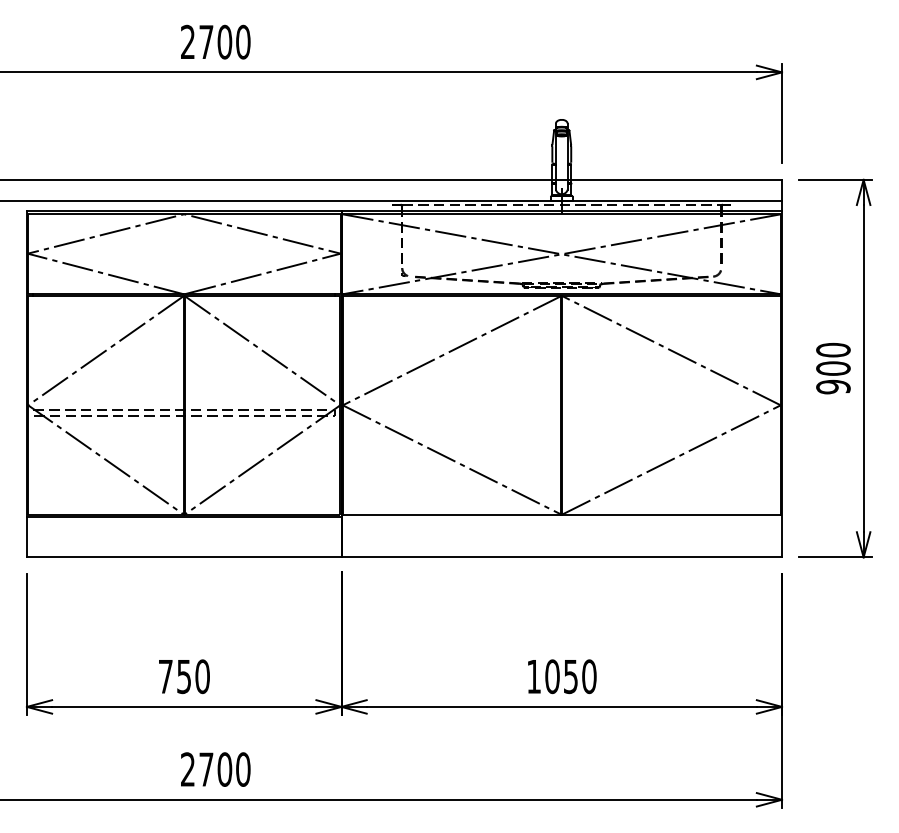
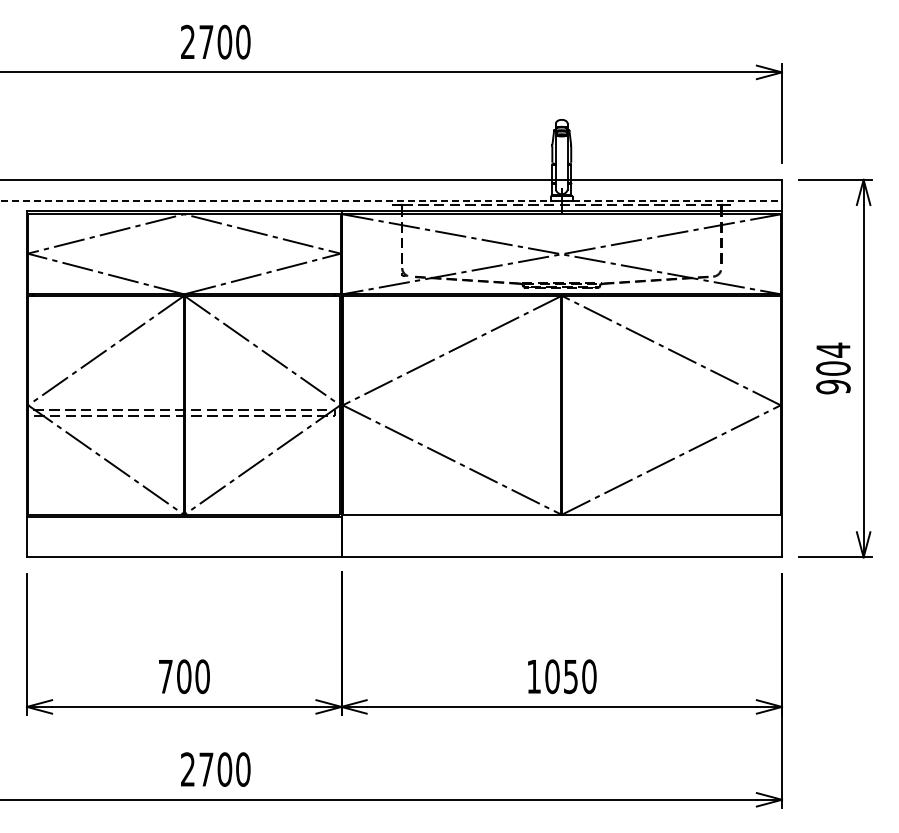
line at (391, 200): solid -> dashed
text at (833, 349): 900 -> 904
text at (184, 676): 750 -> 700
